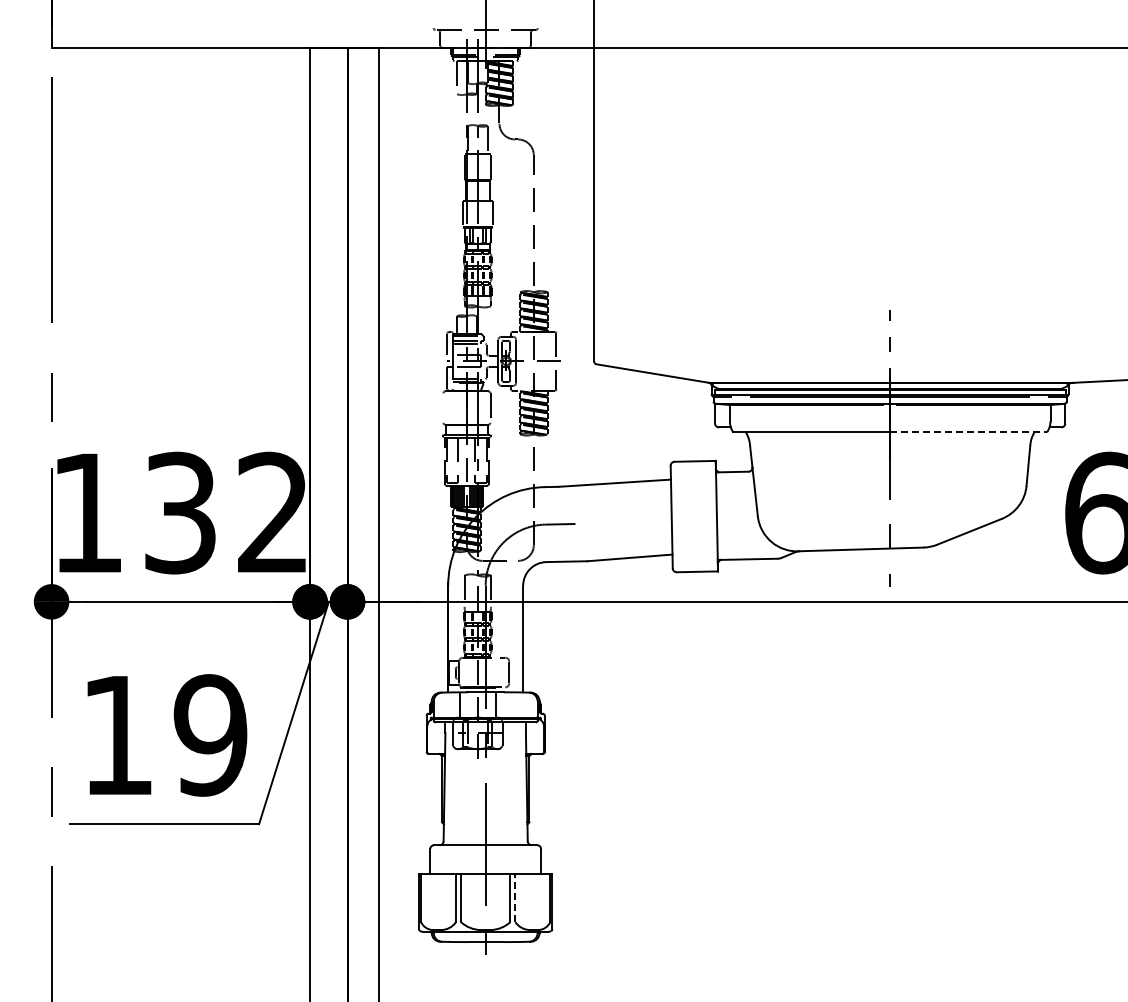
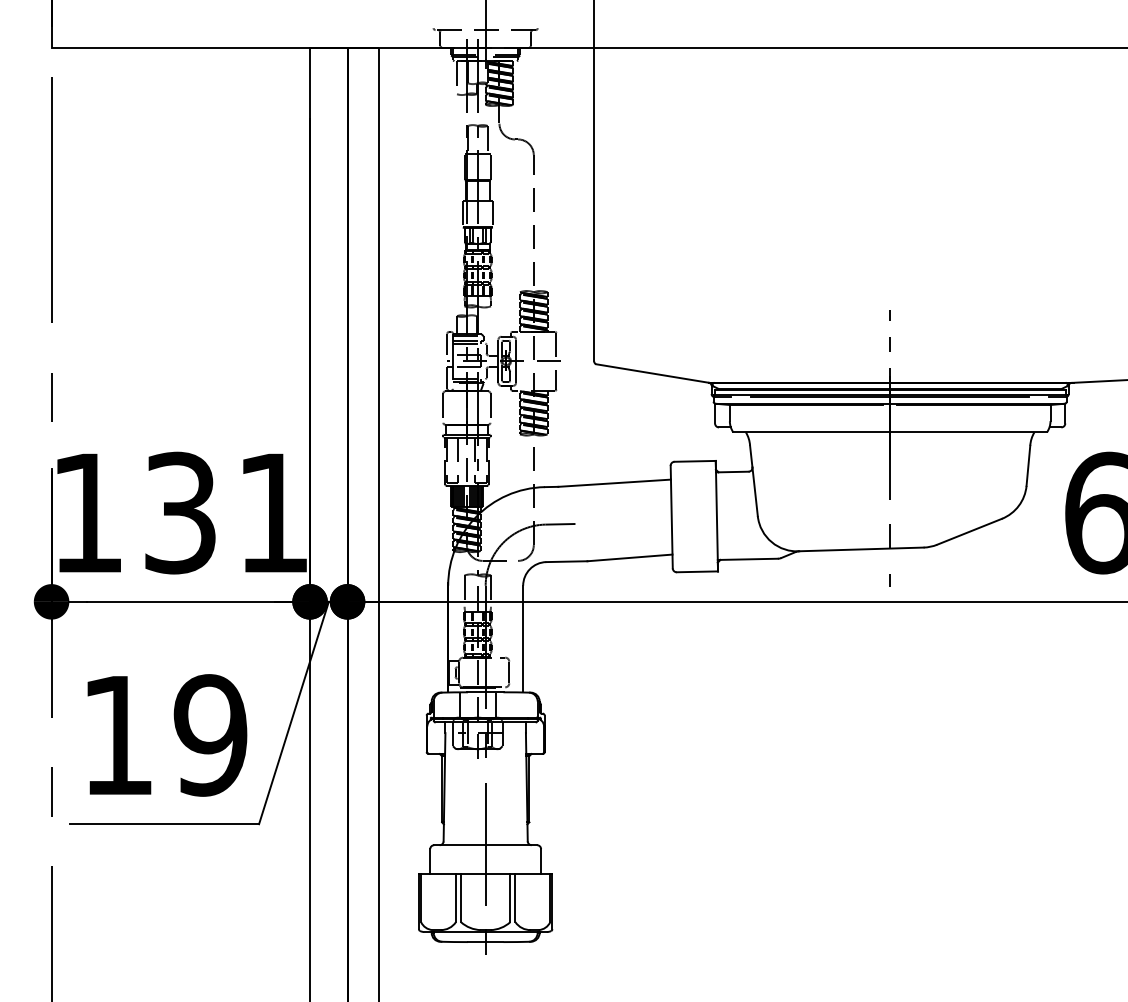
line at (443, 407): none -> present
line at (969, 432): dashed -> solid
text at (272, 511): 132 -> 131
line at (515, 898): dashed -> solid
